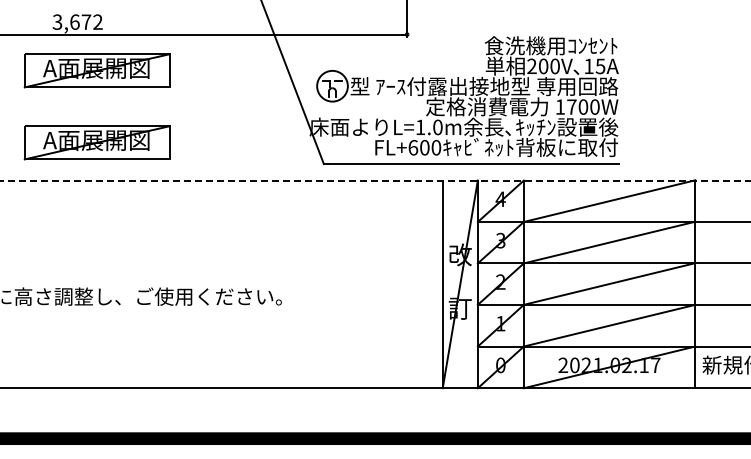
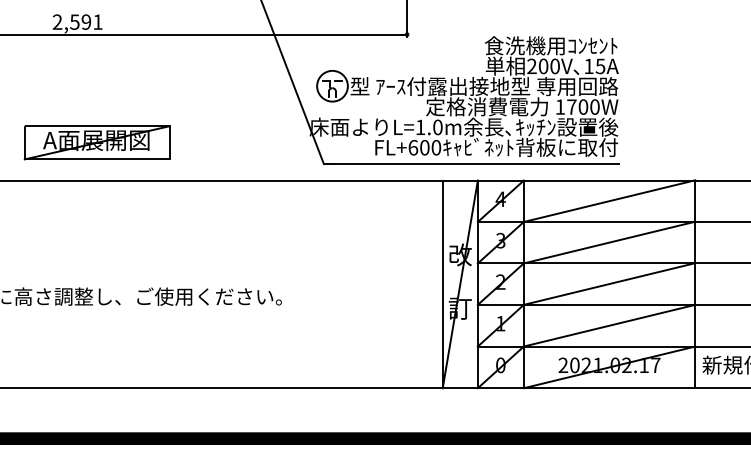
text at (77, 21): 3,672 -> 2,591
part at (96, 70): present -> none
line at (375, 180): dashed -> solid
